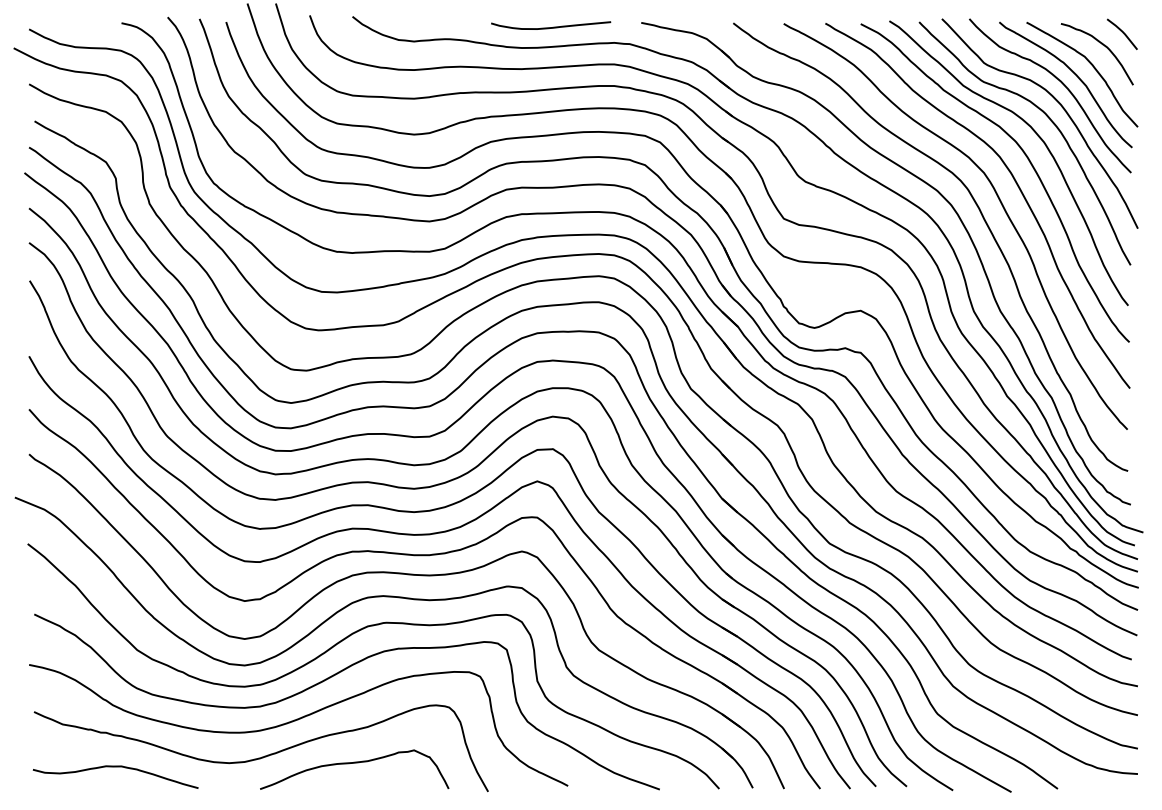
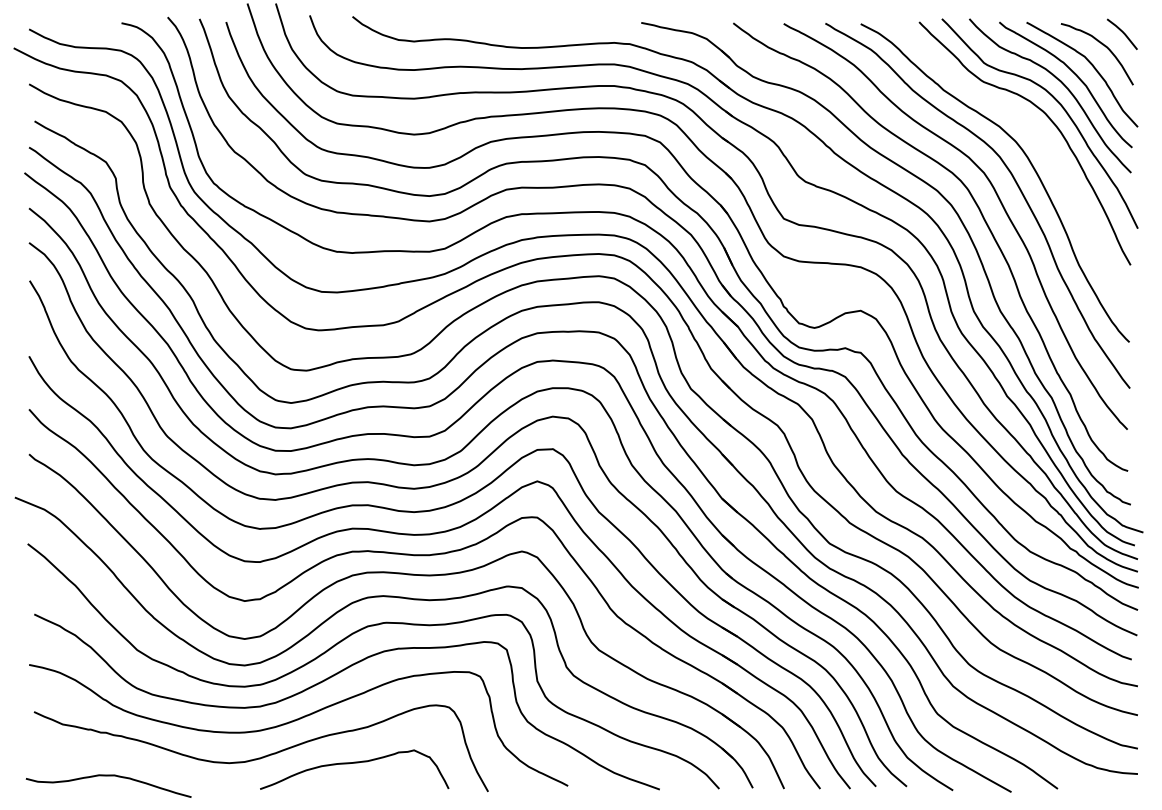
curve at (551, 27): present -> none
curve at (1037, 136): present -> none
curve at (115, 767) position: (115, 767) -> (108, 776)
